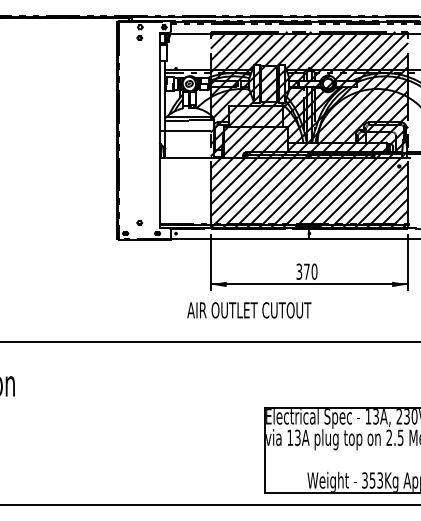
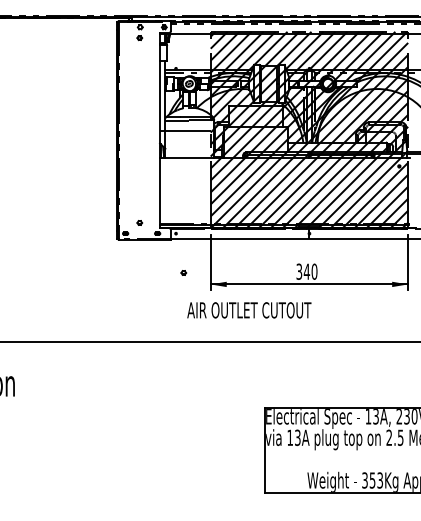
text at (306, 271): 370 -> 340
part at (183, 272): none -> present
line at (209, 505): present -> none
